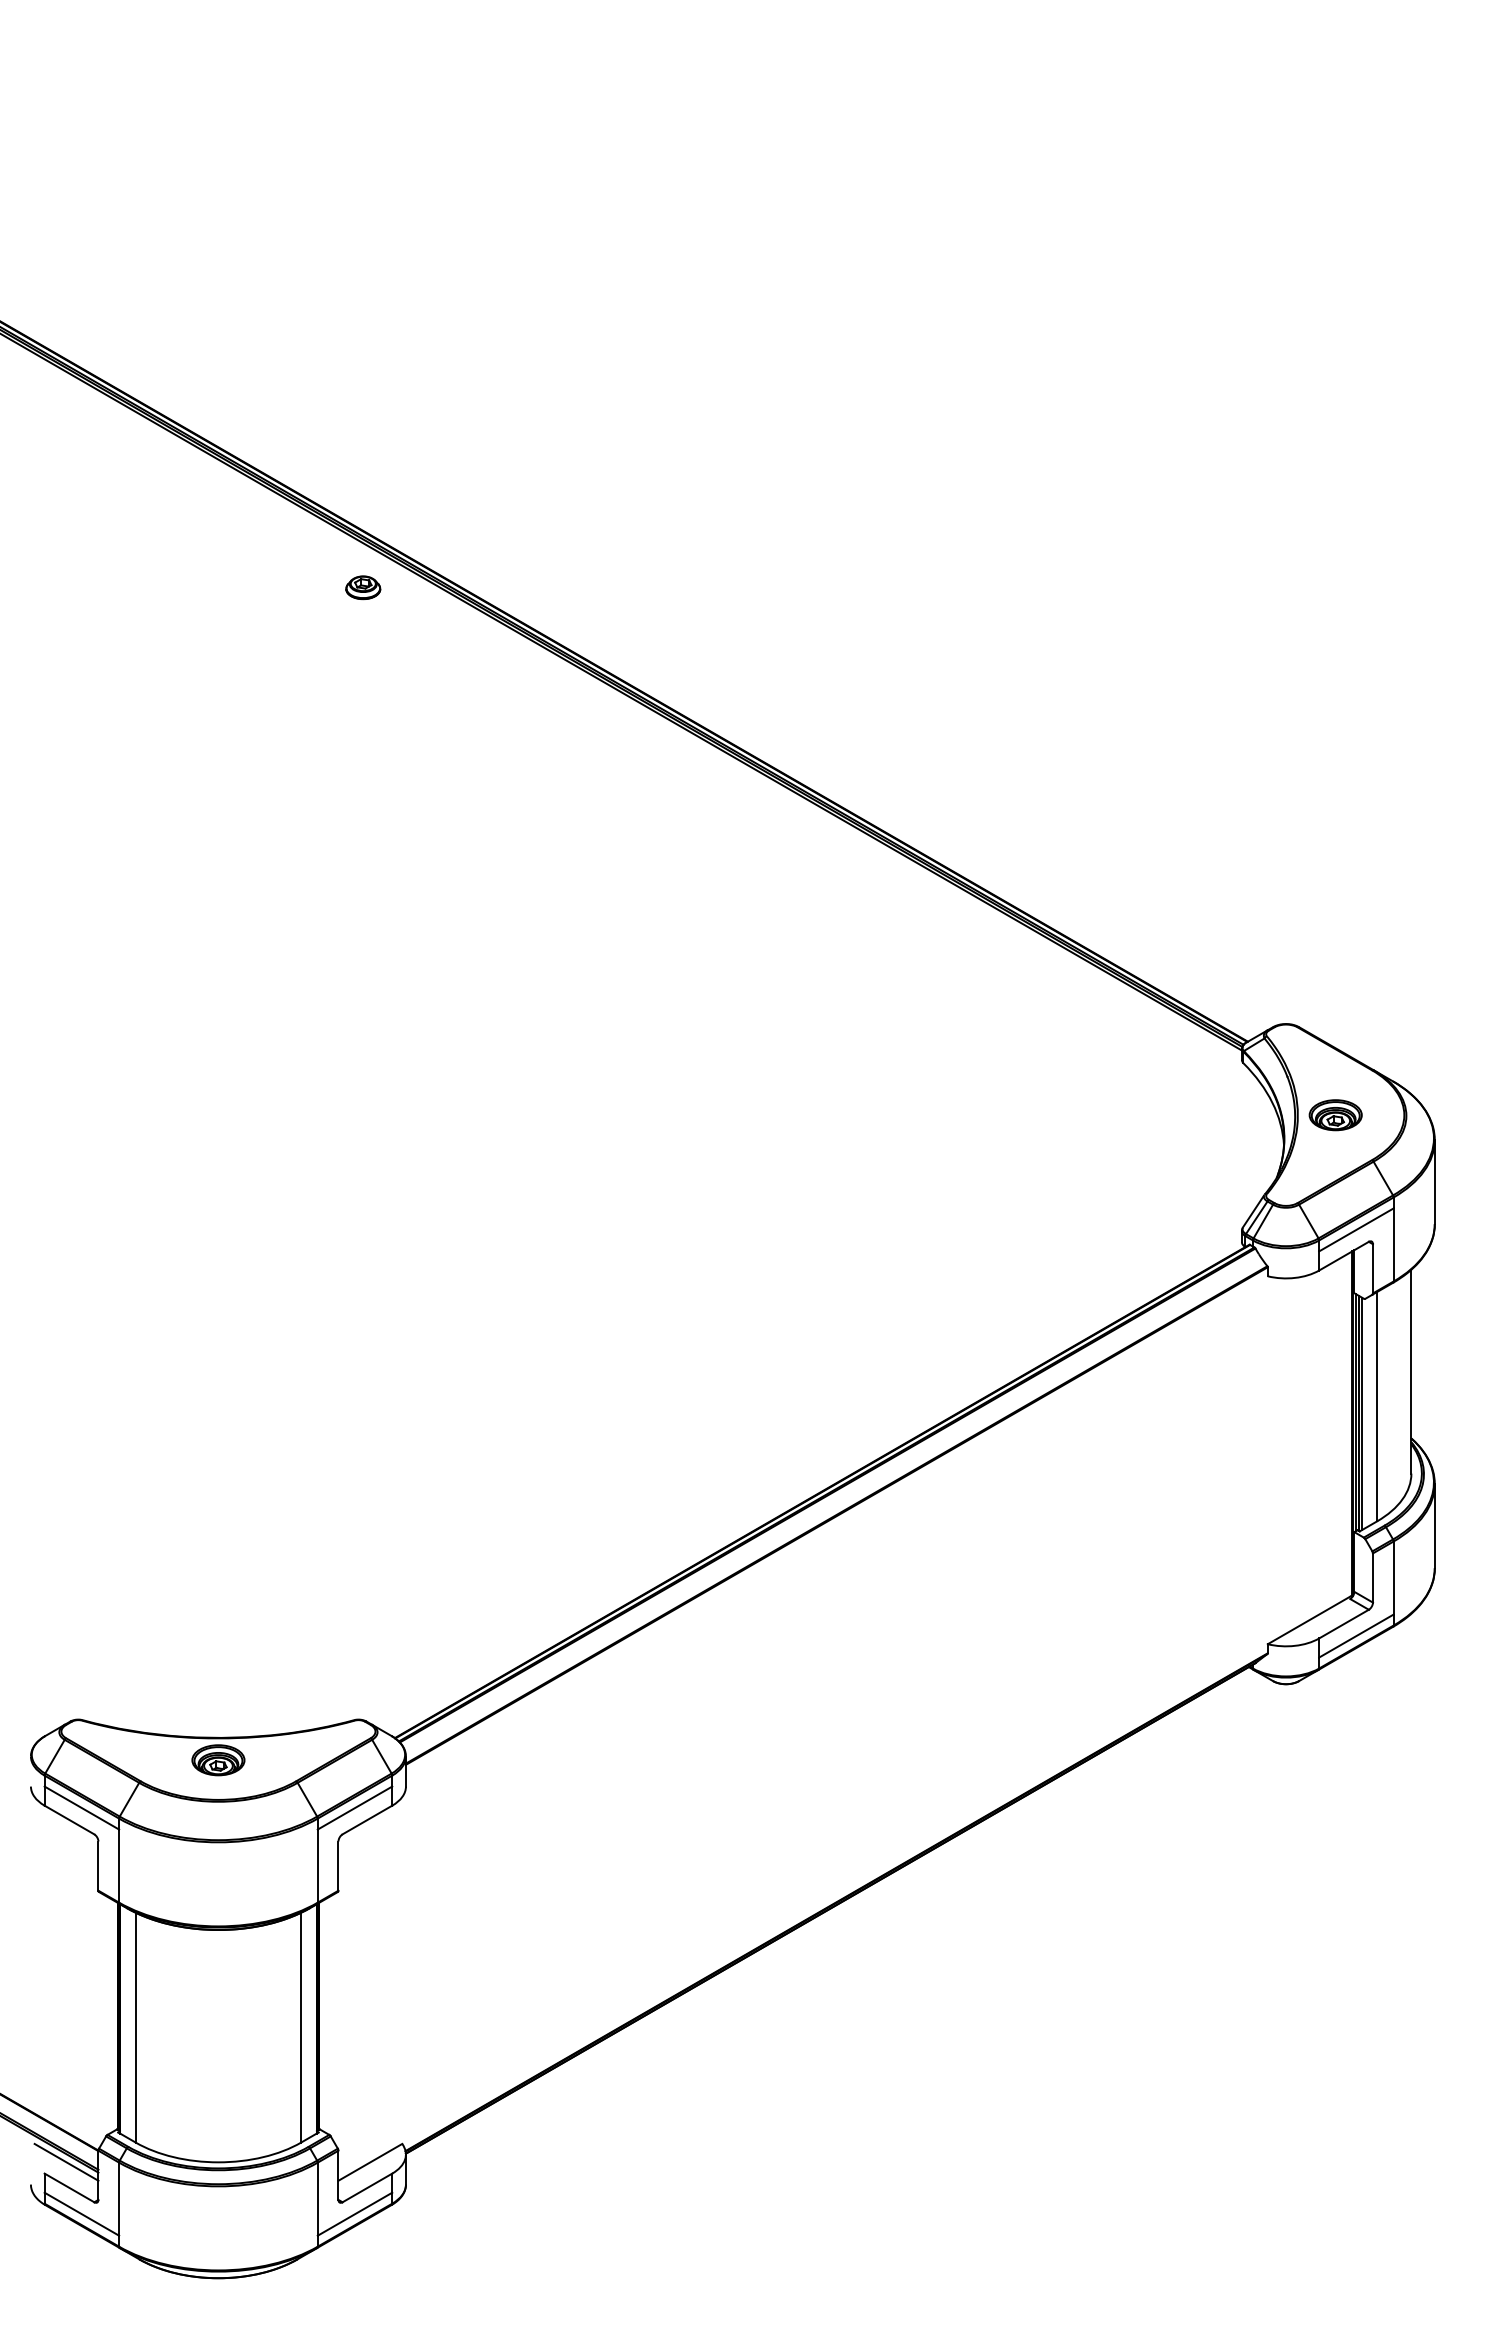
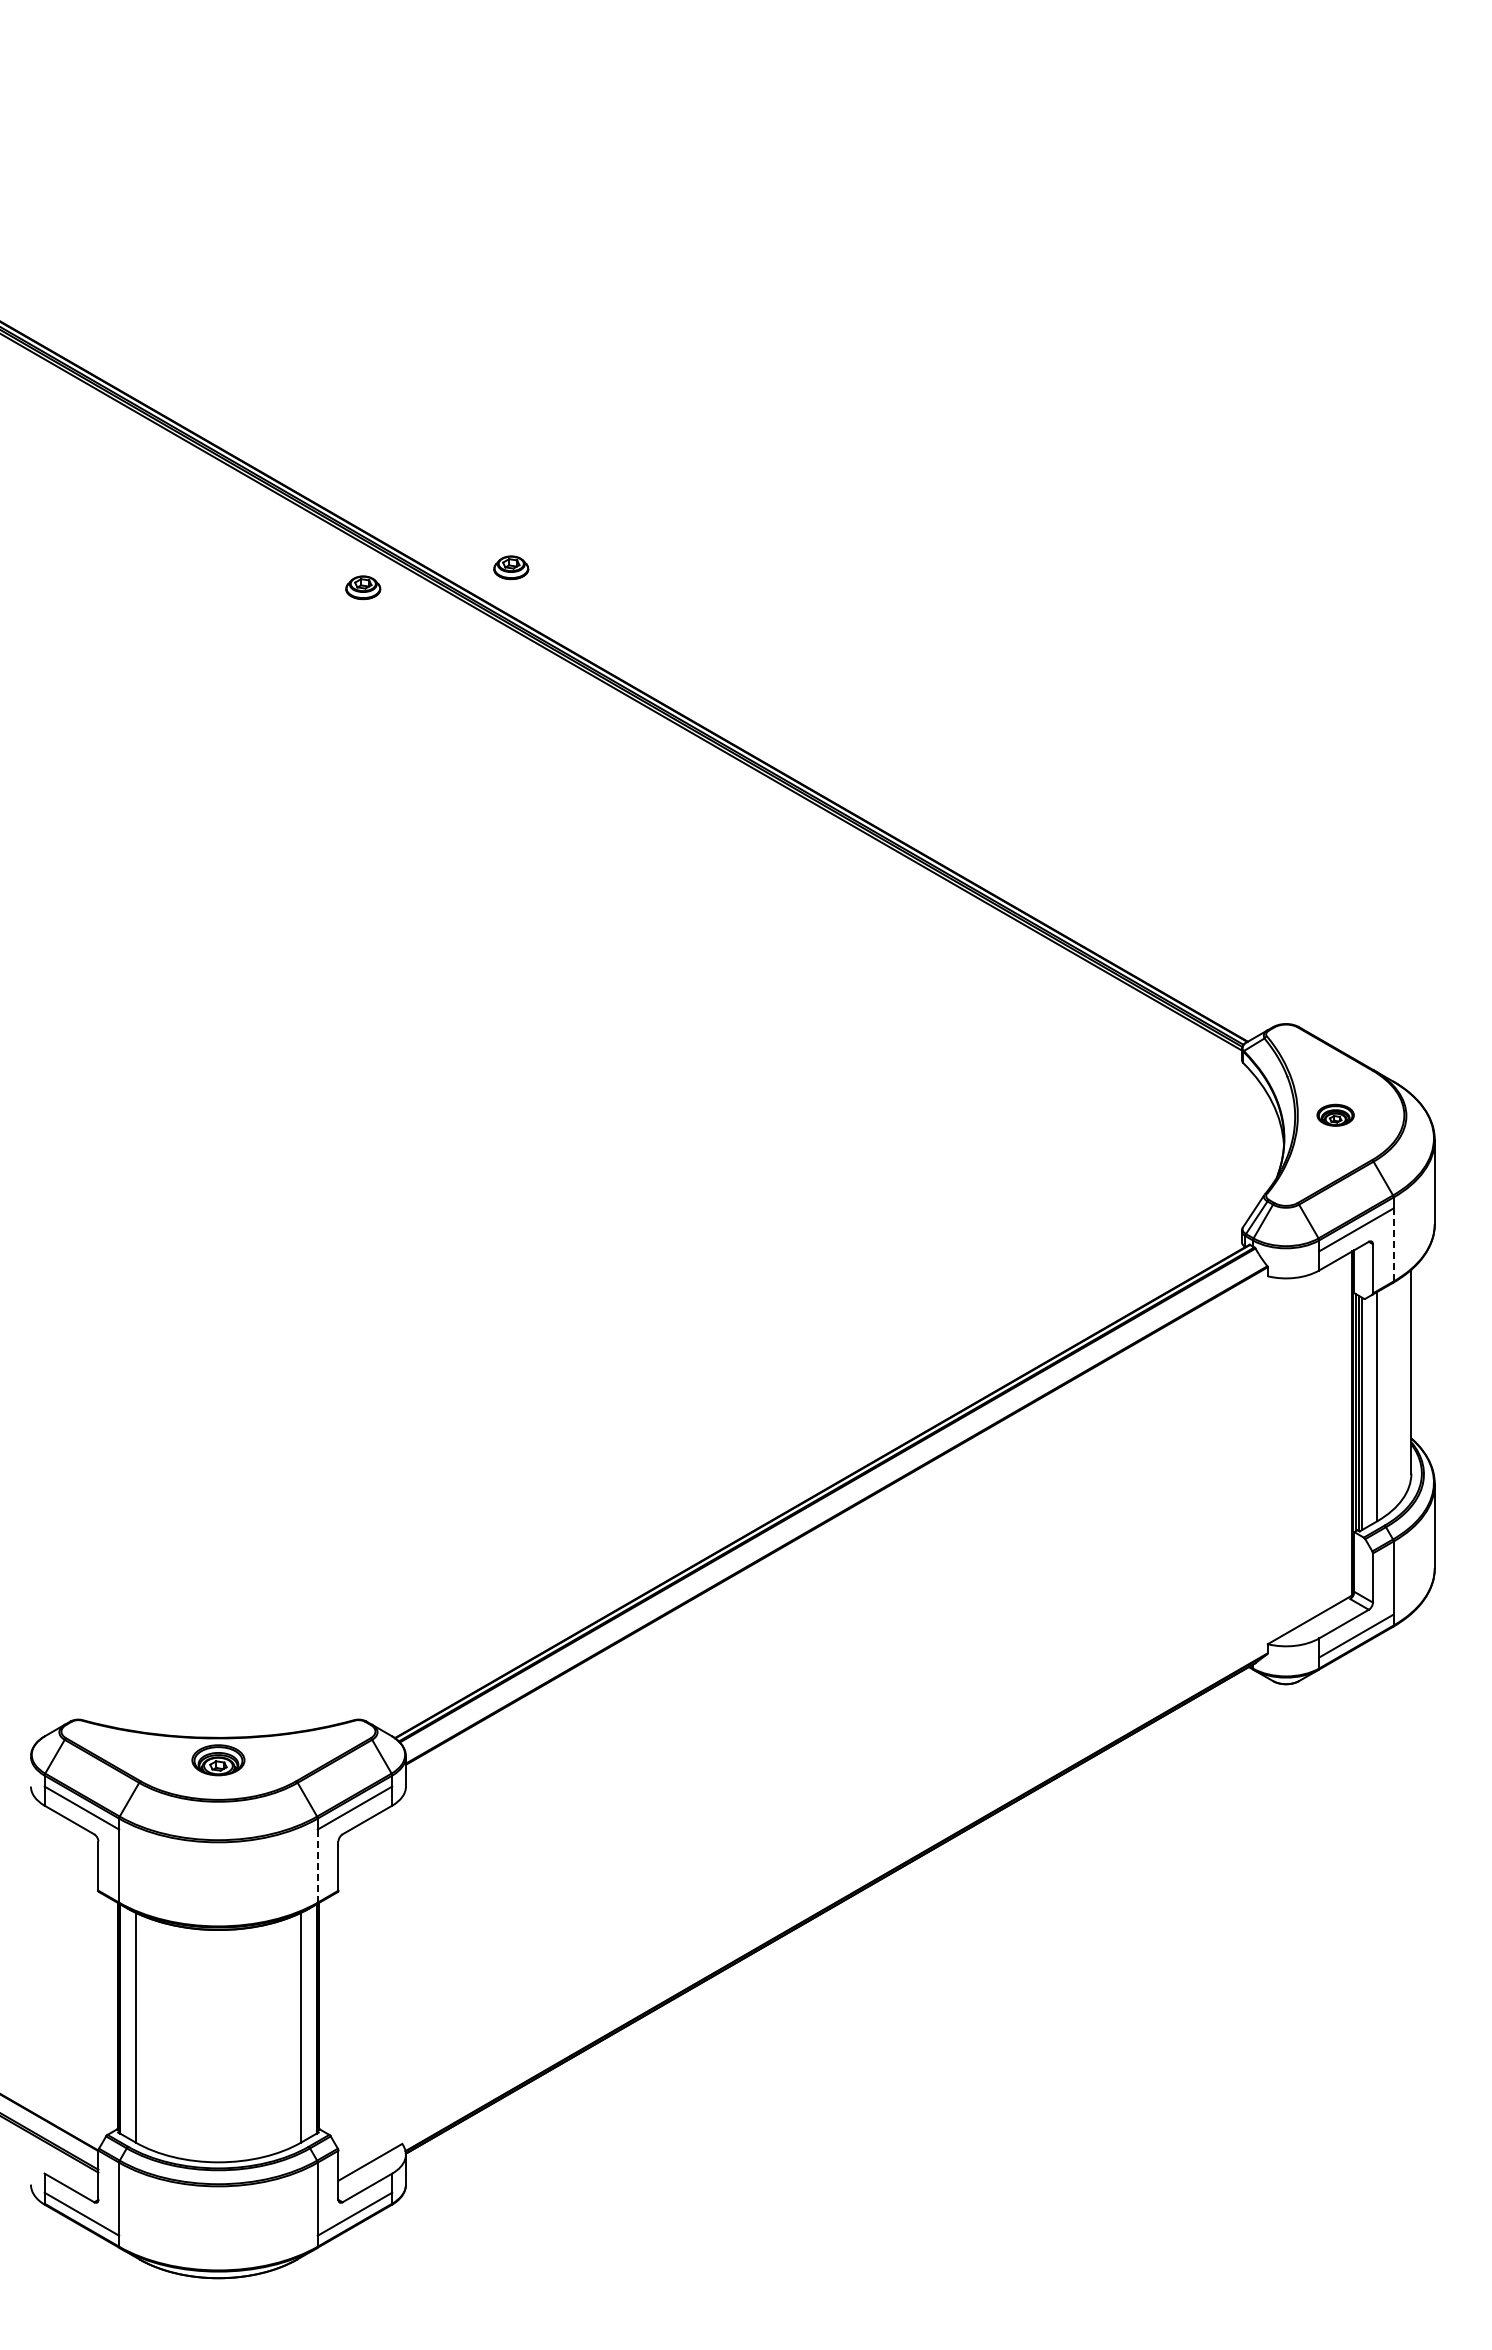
part at (511, 567): none -> present
part at (1335, 1115) size: 55x33 px -> 39x24 px
line at (1393, 1244): solid -> dashed
line at (317, 1866): solid -> dashed
line at (66, 2161): present -> none
